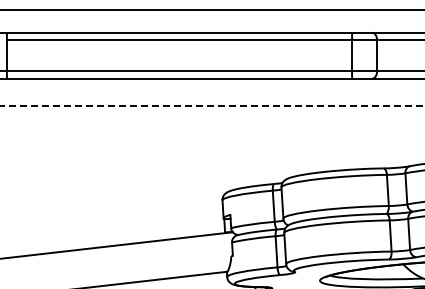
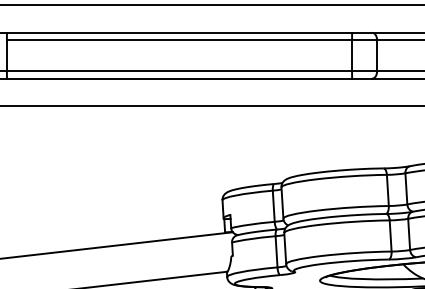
line at (211, 10) position: (211, 10) -> (211, 5)
line at (212, 106): dashed -> solid
